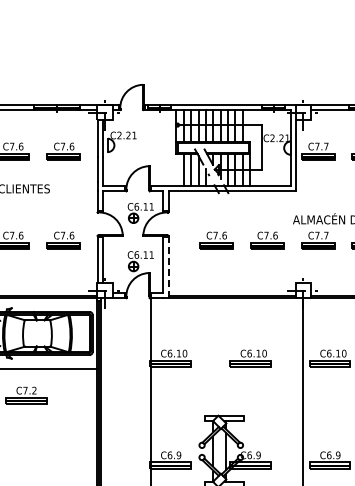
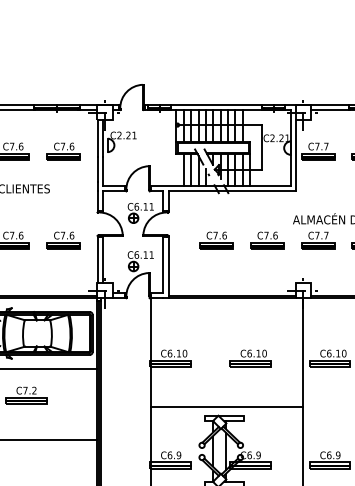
line at (168, 267): dashed -> solid
line at (226, 406): none -> present
line at (49, 440): none -> present
